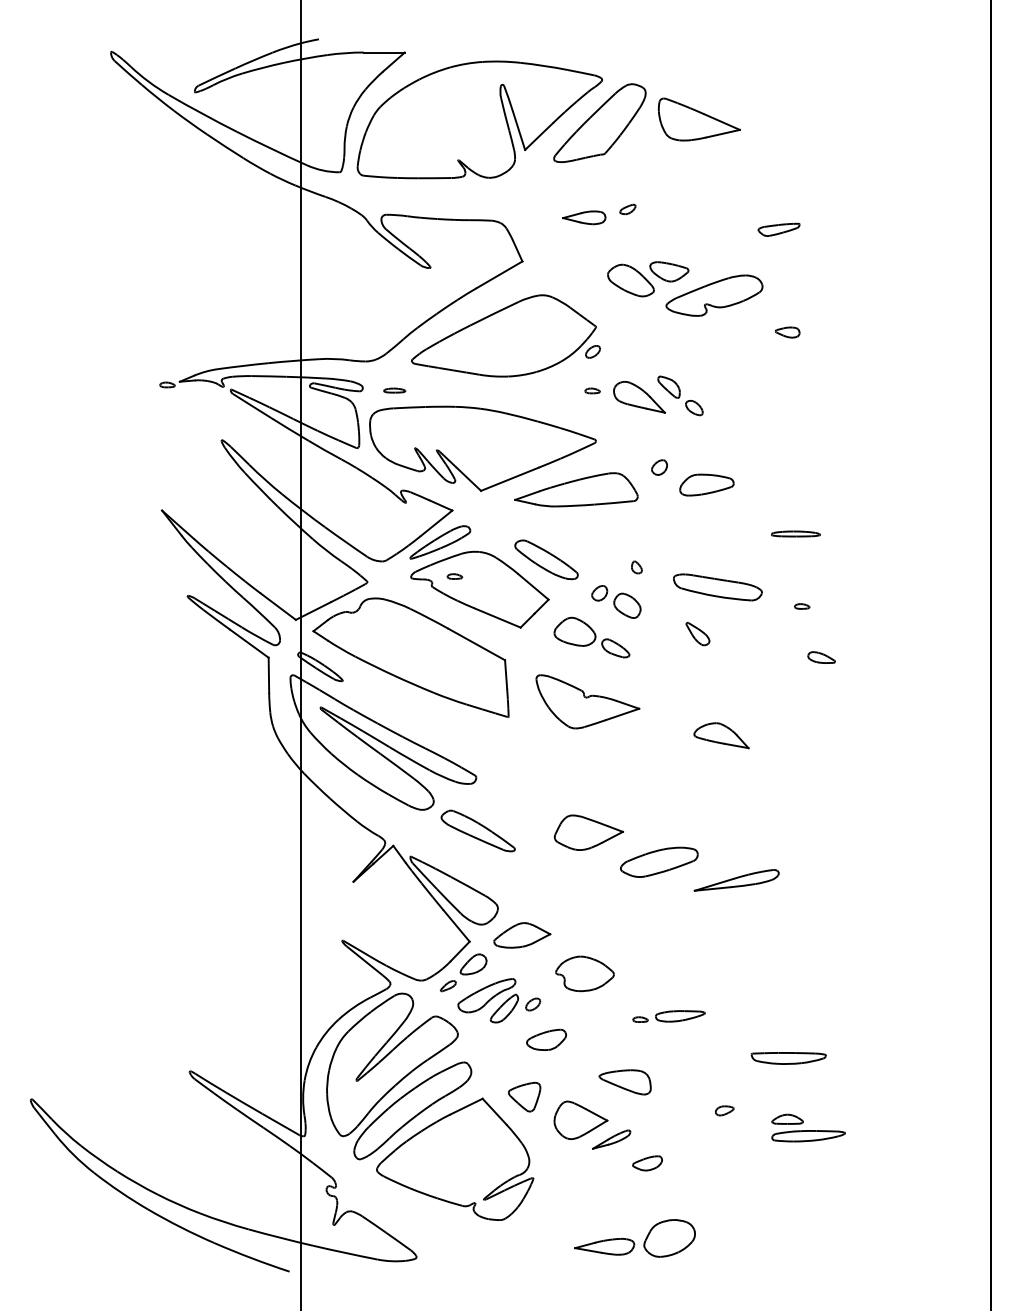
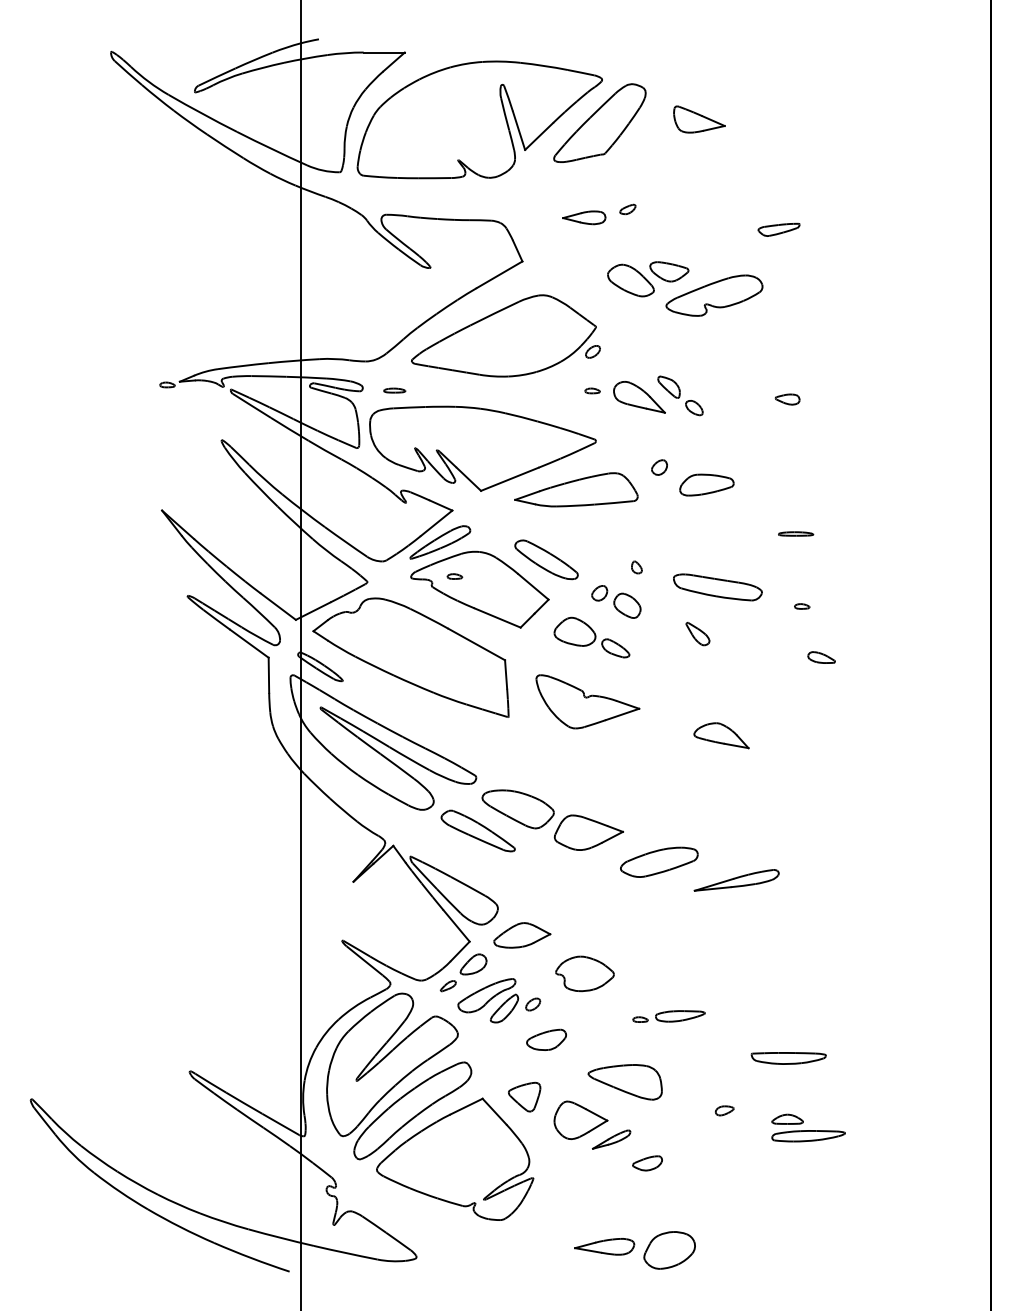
part at (698, 119) size: 84x45 px -> 53x29 px
part at (787, 332) position: (787, 332) -> (787, 399)
part at (795, 533) size: 50x8 px -> 37x6 px
part at (517, 809): none -> present
part at (624, 1082) size: 54x27 px -> 76x37 px
part at (669, 1238) position: (669, 1238) -> (669, 1250)
